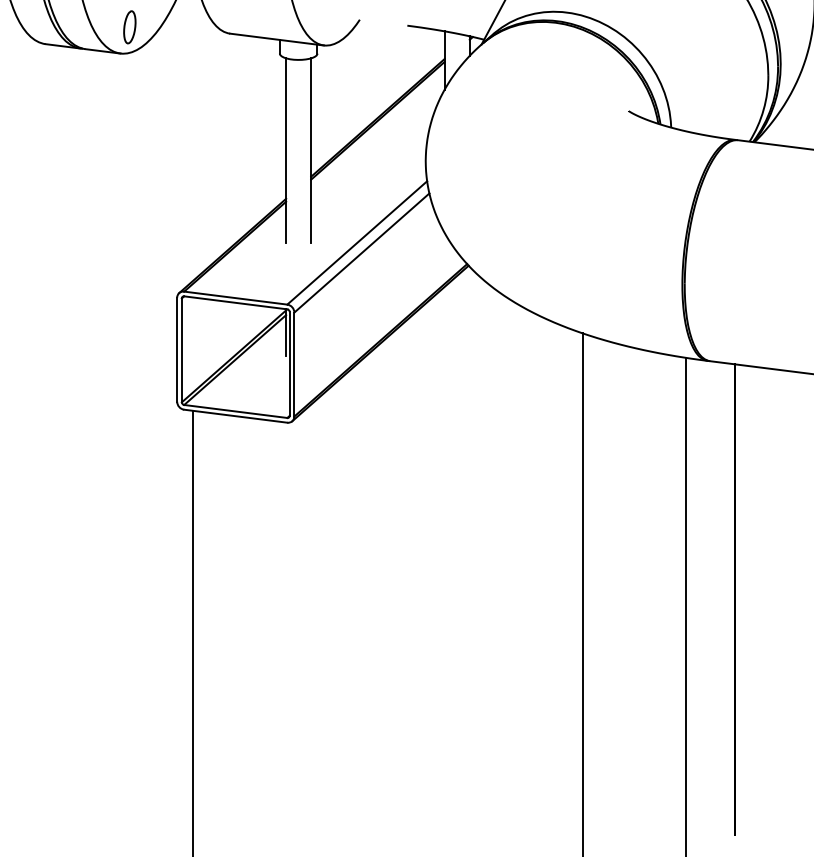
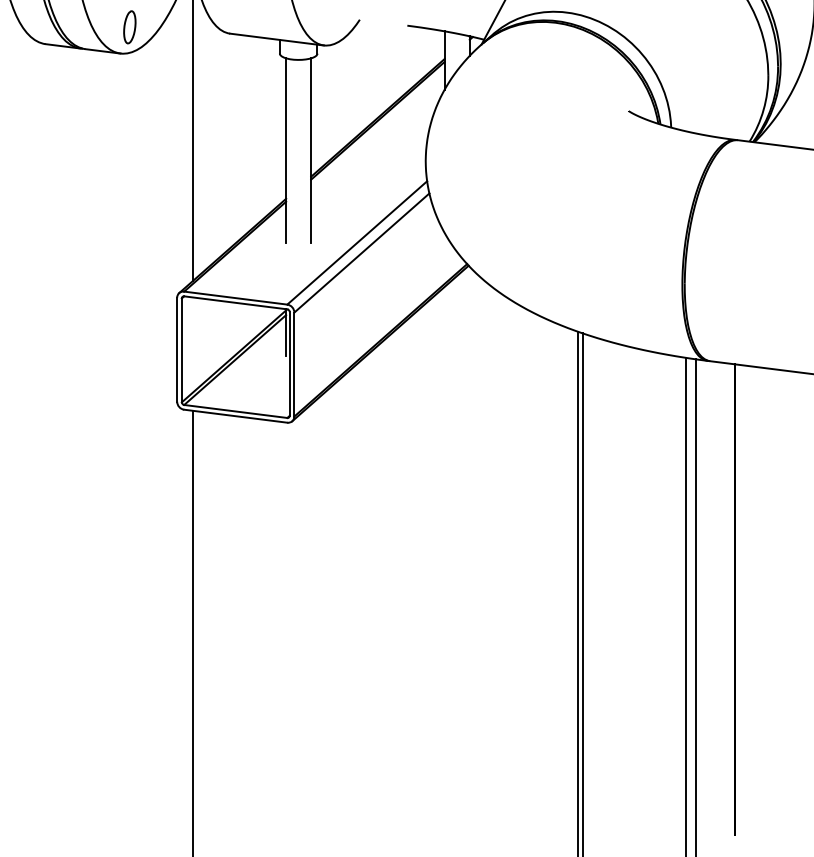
line at (193, 141): none -> present
line at (577, 592): none -> present
line at (695, 606): none -> present
